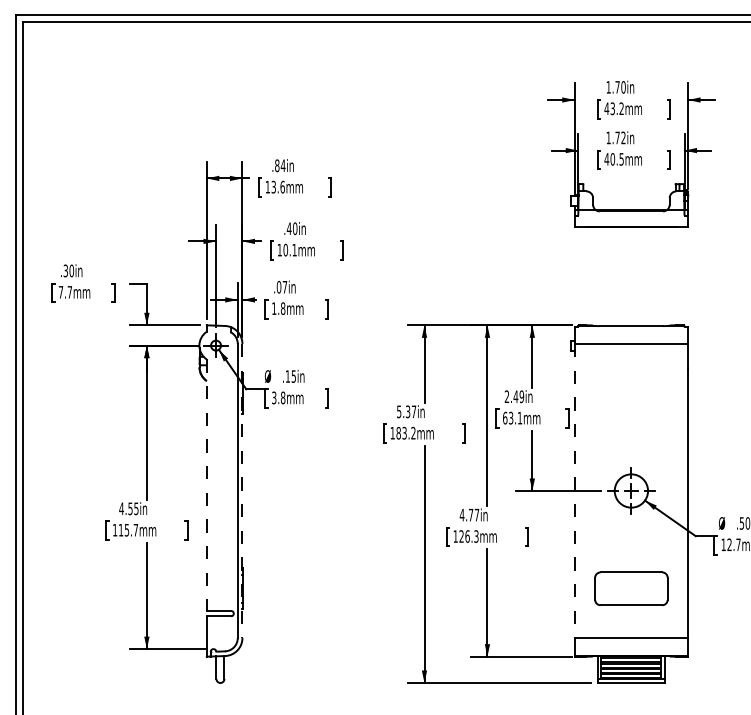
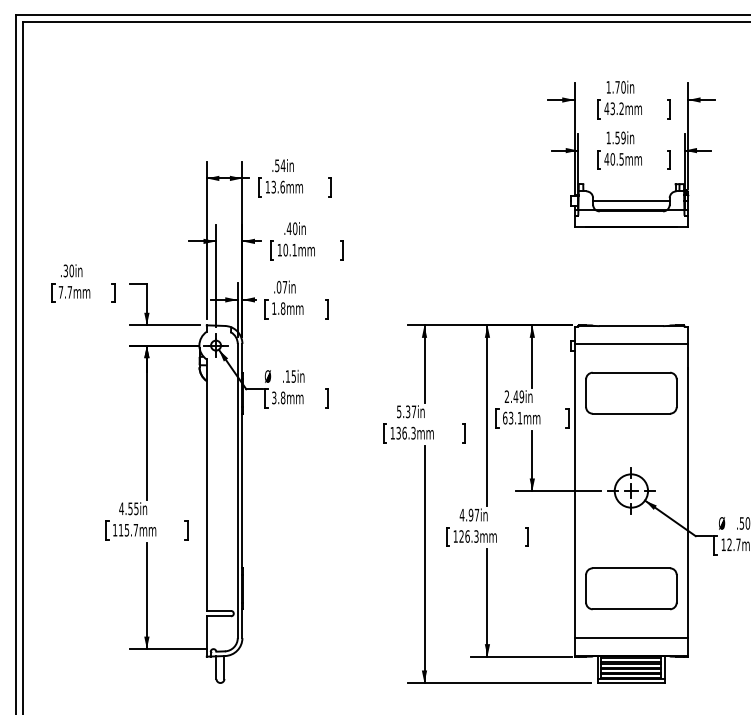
text at (620, 137): 1.72in -> 1.59in
text at (277, 165): .84in -> .54in
line at (631, 201): none -> present
part at (631, 392): none -> present
text at (405, 432): 183.2mm -> 136.3mm
line at (206, 485): dashed -> solid
line at (242, 491): dashed -> solid
line at (574, 491): dashed -> solid
text at (470, 514): 4.77in -> 4.97in
part at (631, 588) size: 75x36 px -> 93x44 px
